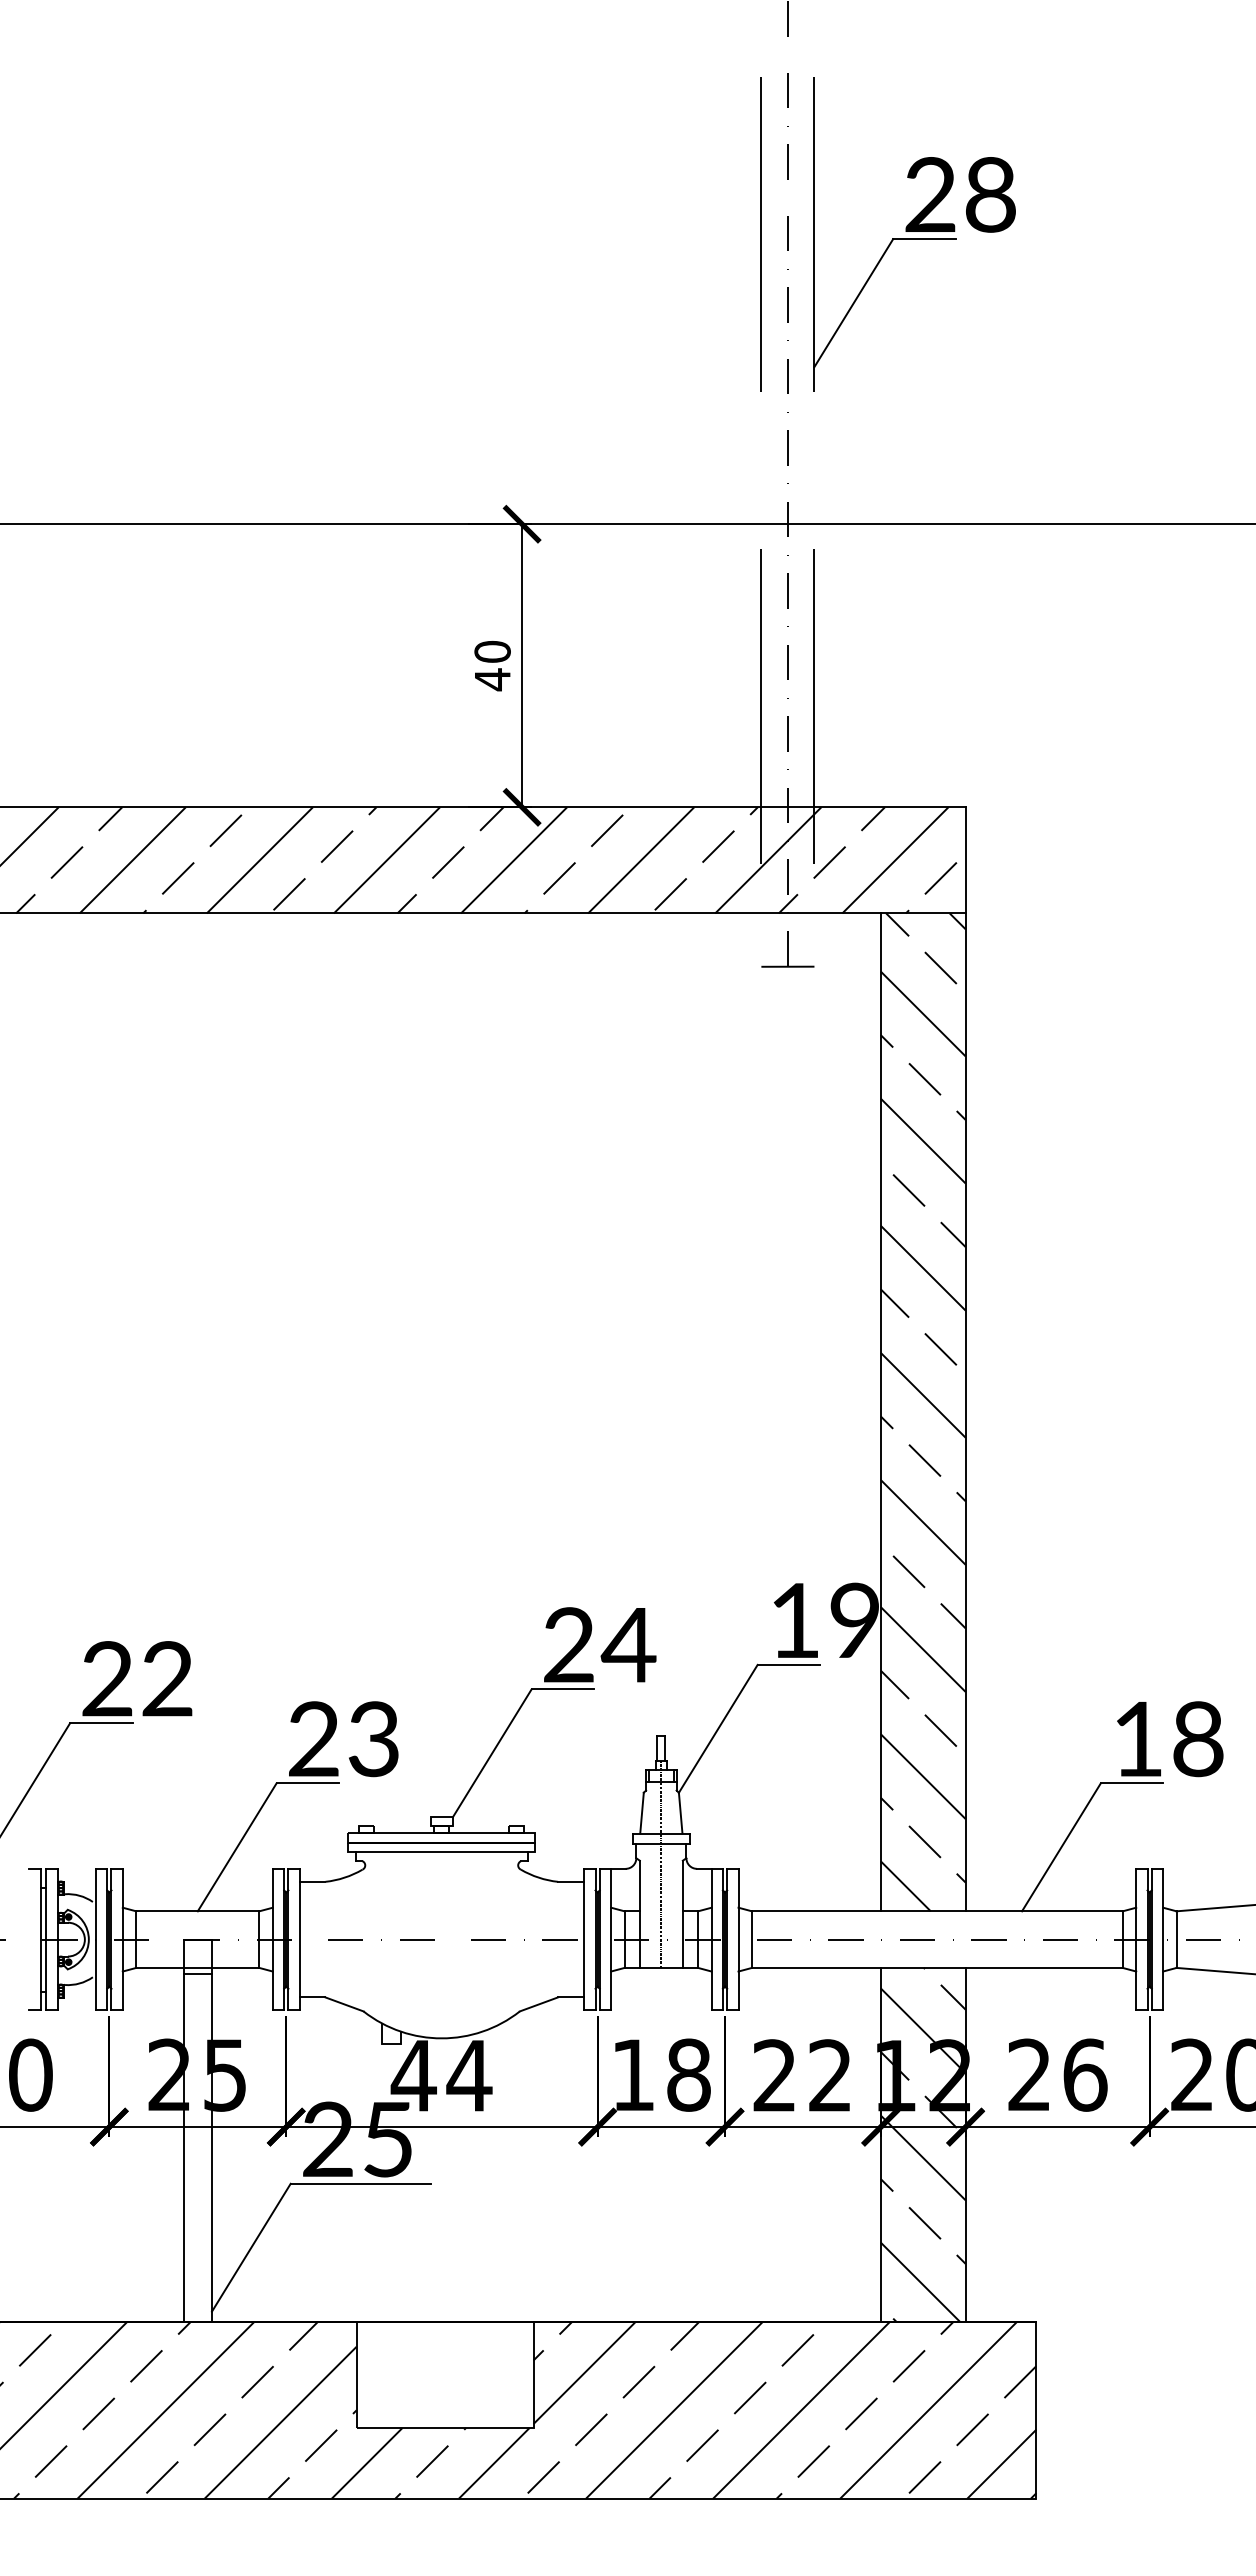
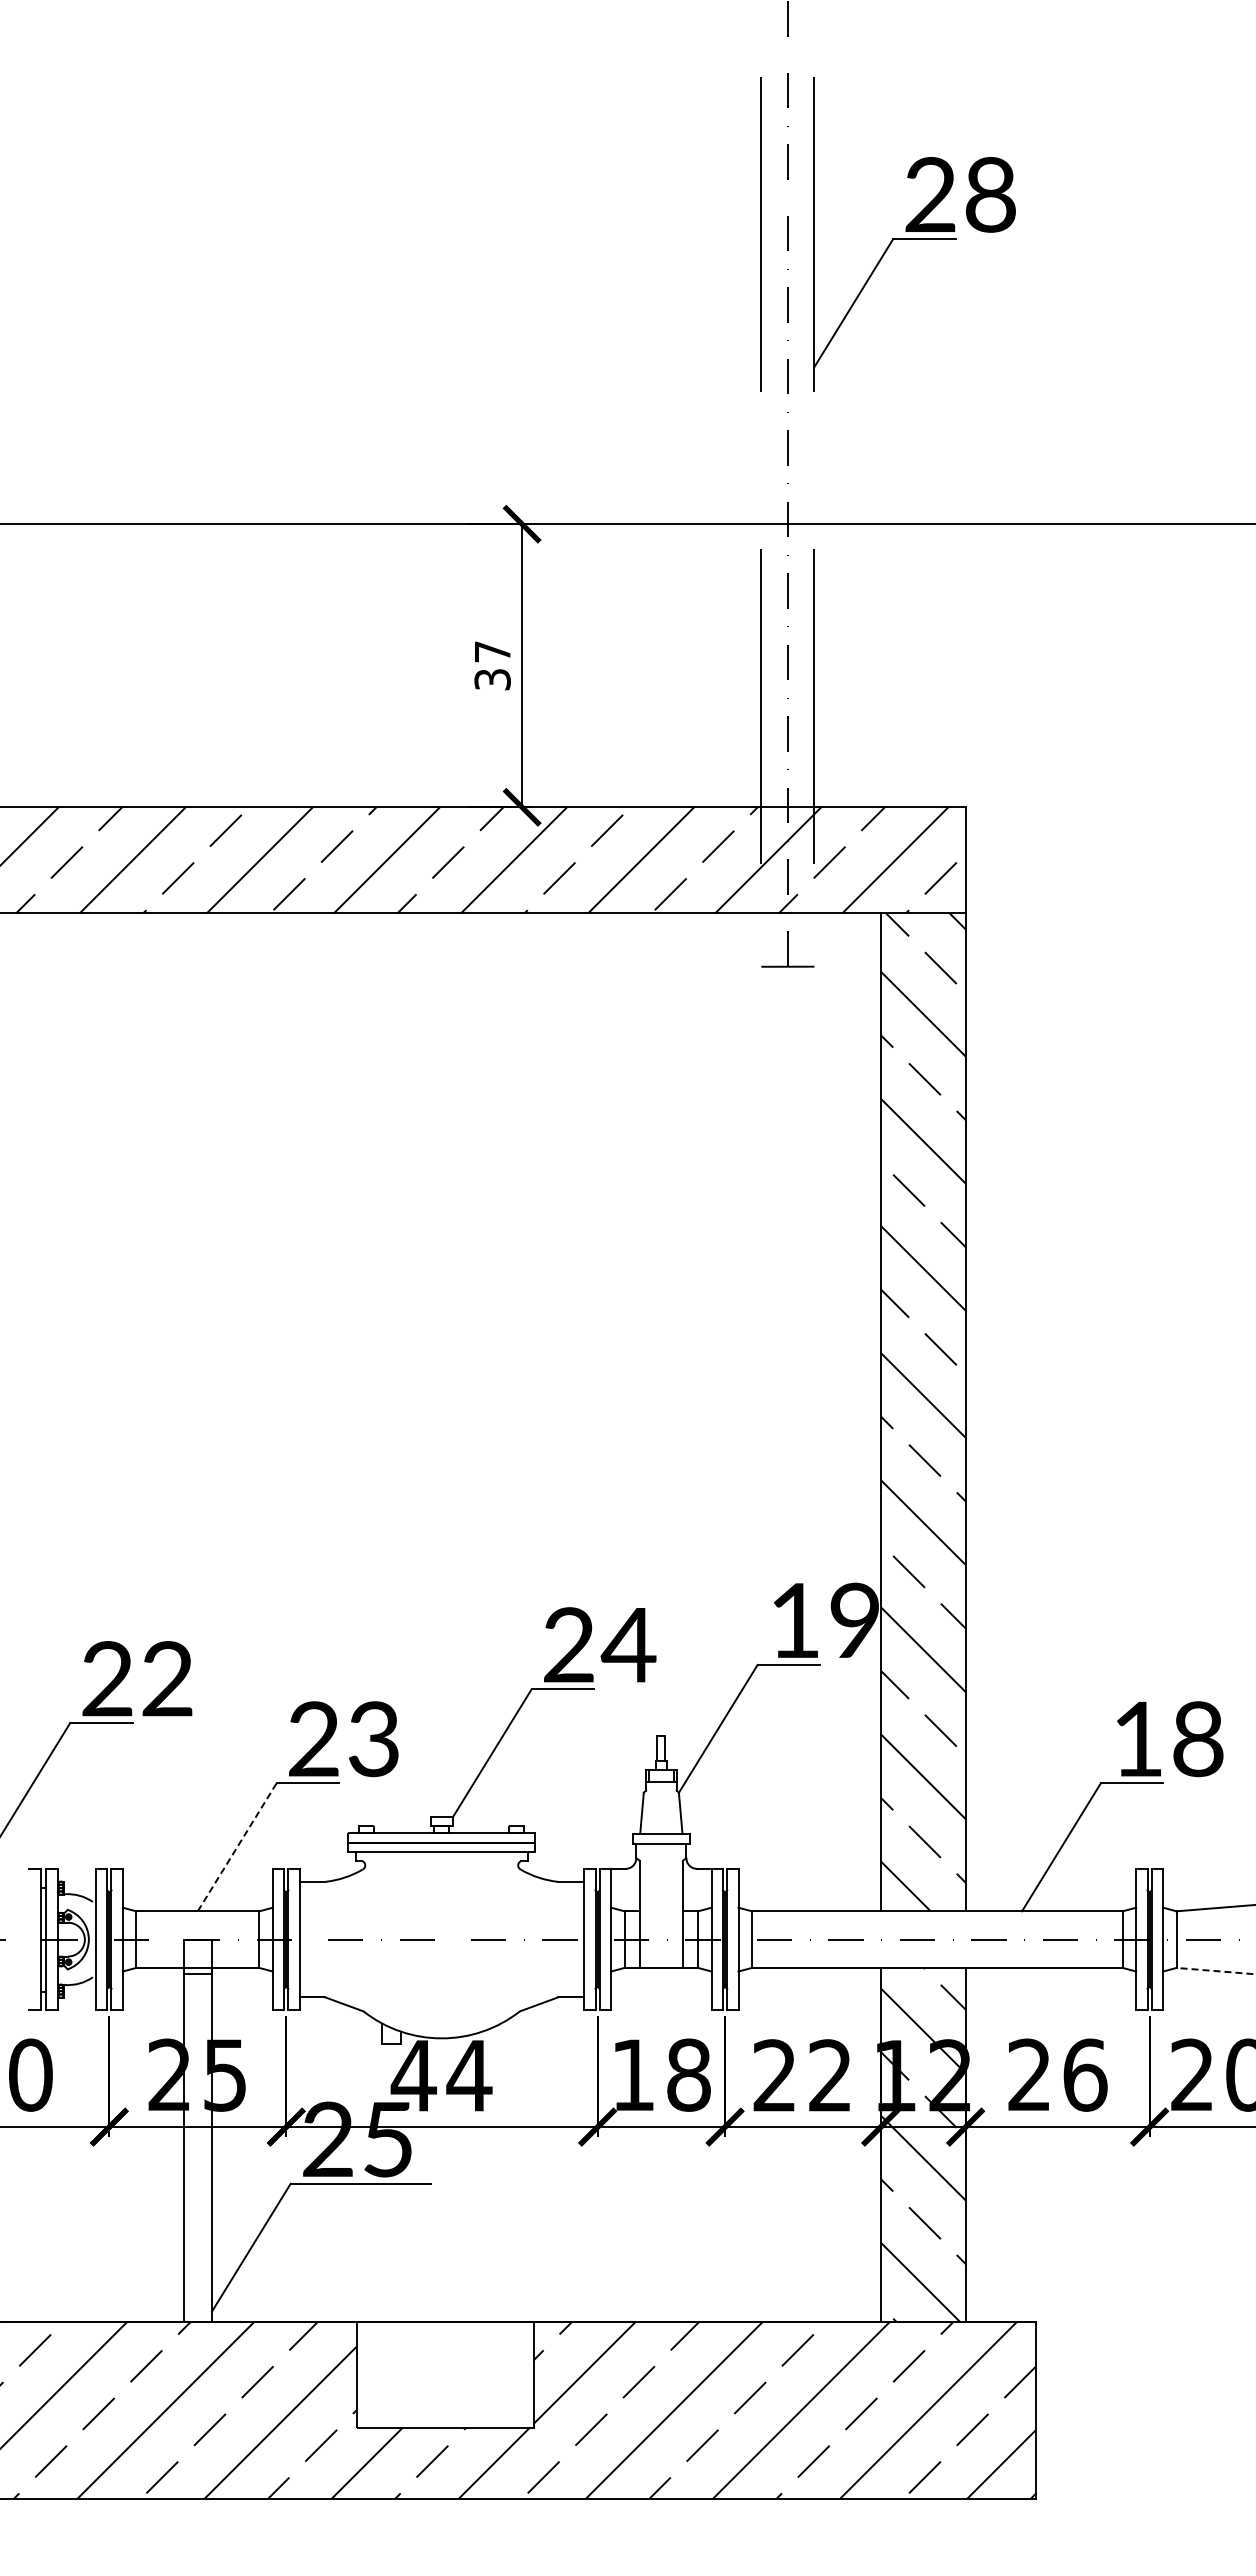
text at (492, 665): 40 -> 37
line at (237, 1846): solid -> dashed
line at (661, 1863): present -> none
line at (1216, 1971): solid -> dashed
